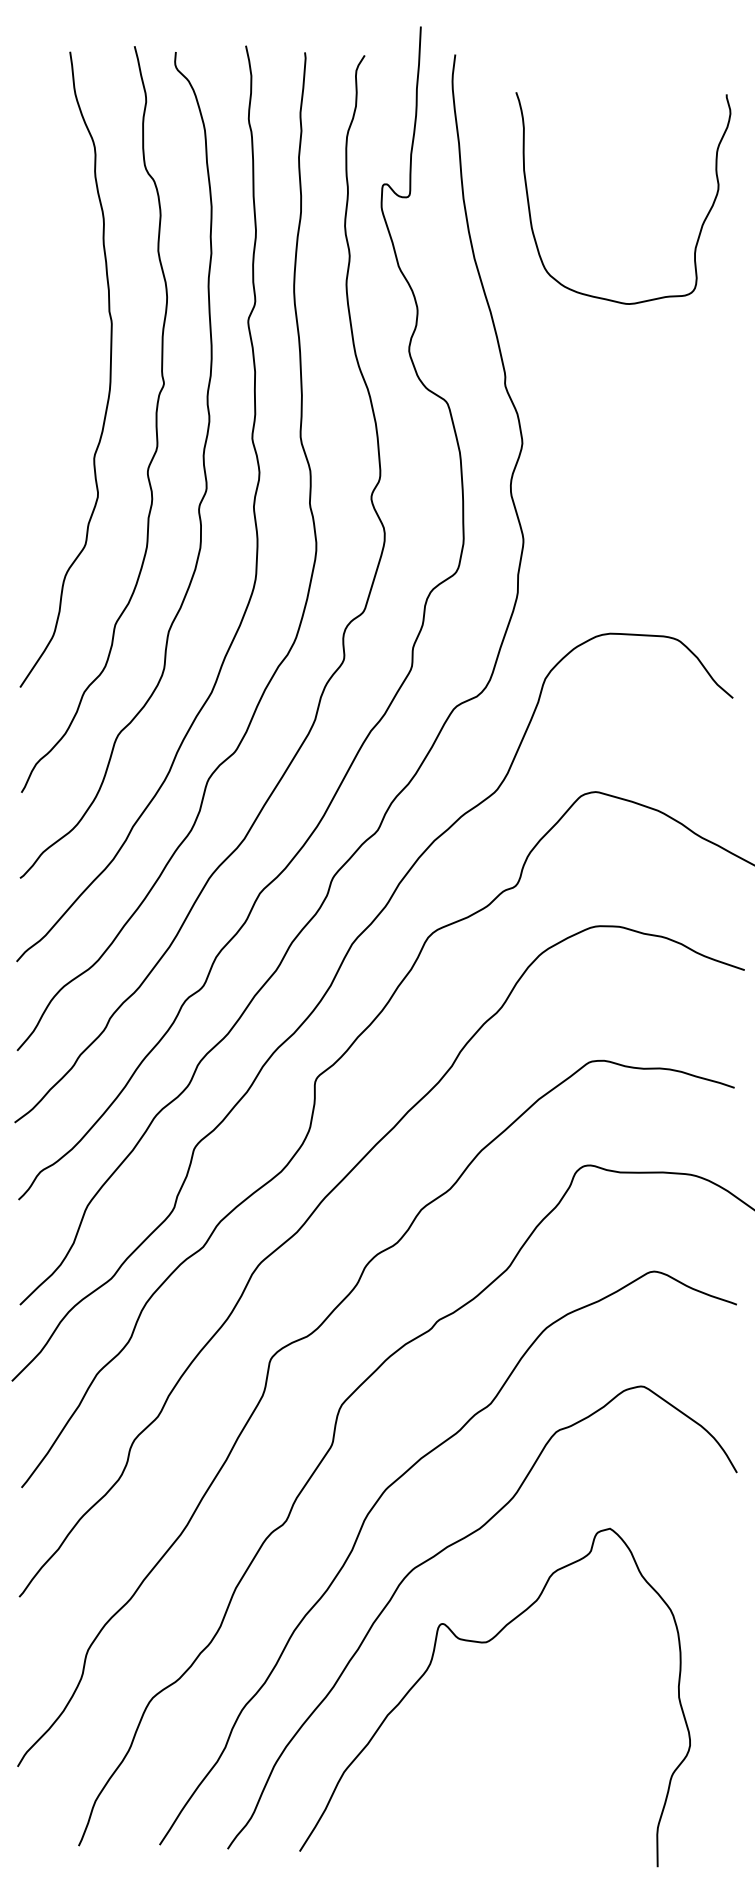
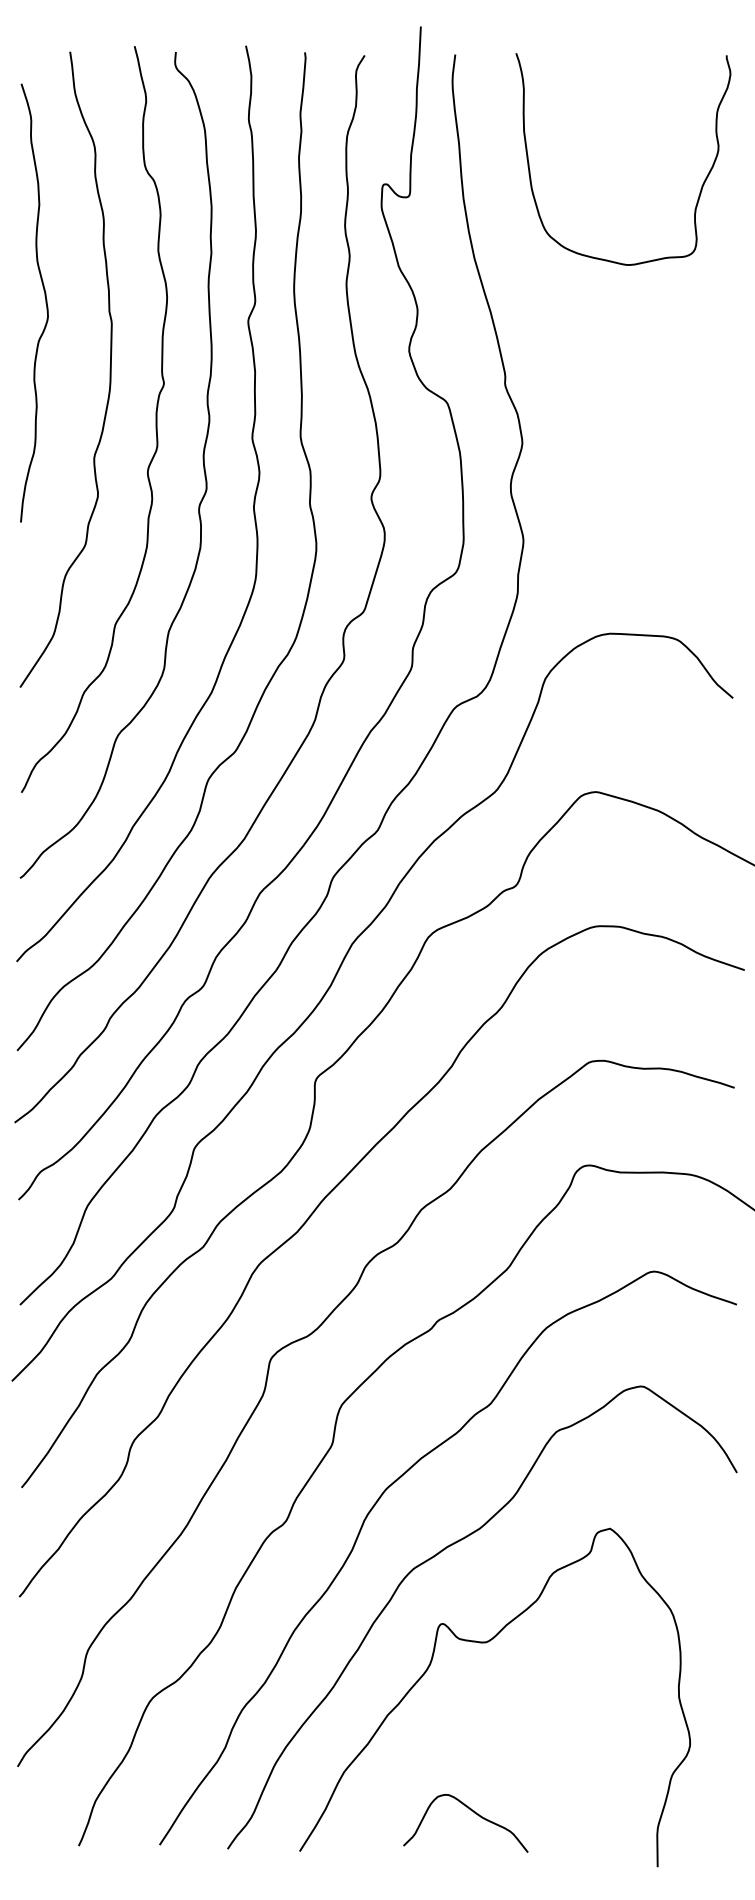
curve at (701, 225) position: (701, 225) -> (701, 186)
curve at (45, 302): none -> present
curve at (474, 1813): none -> present
